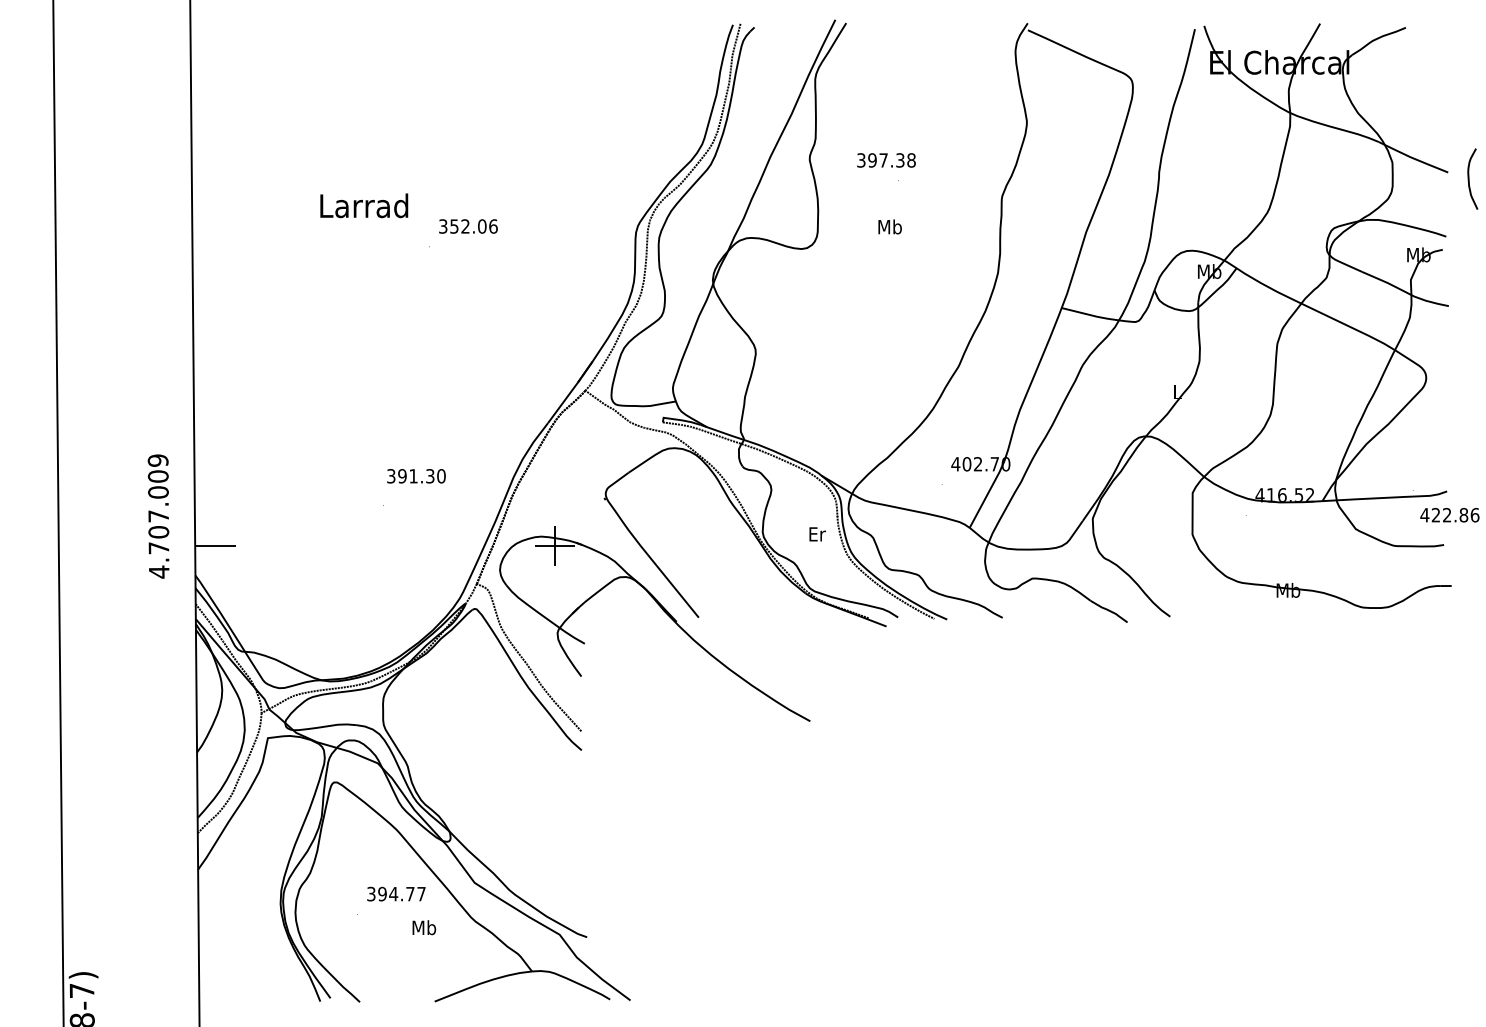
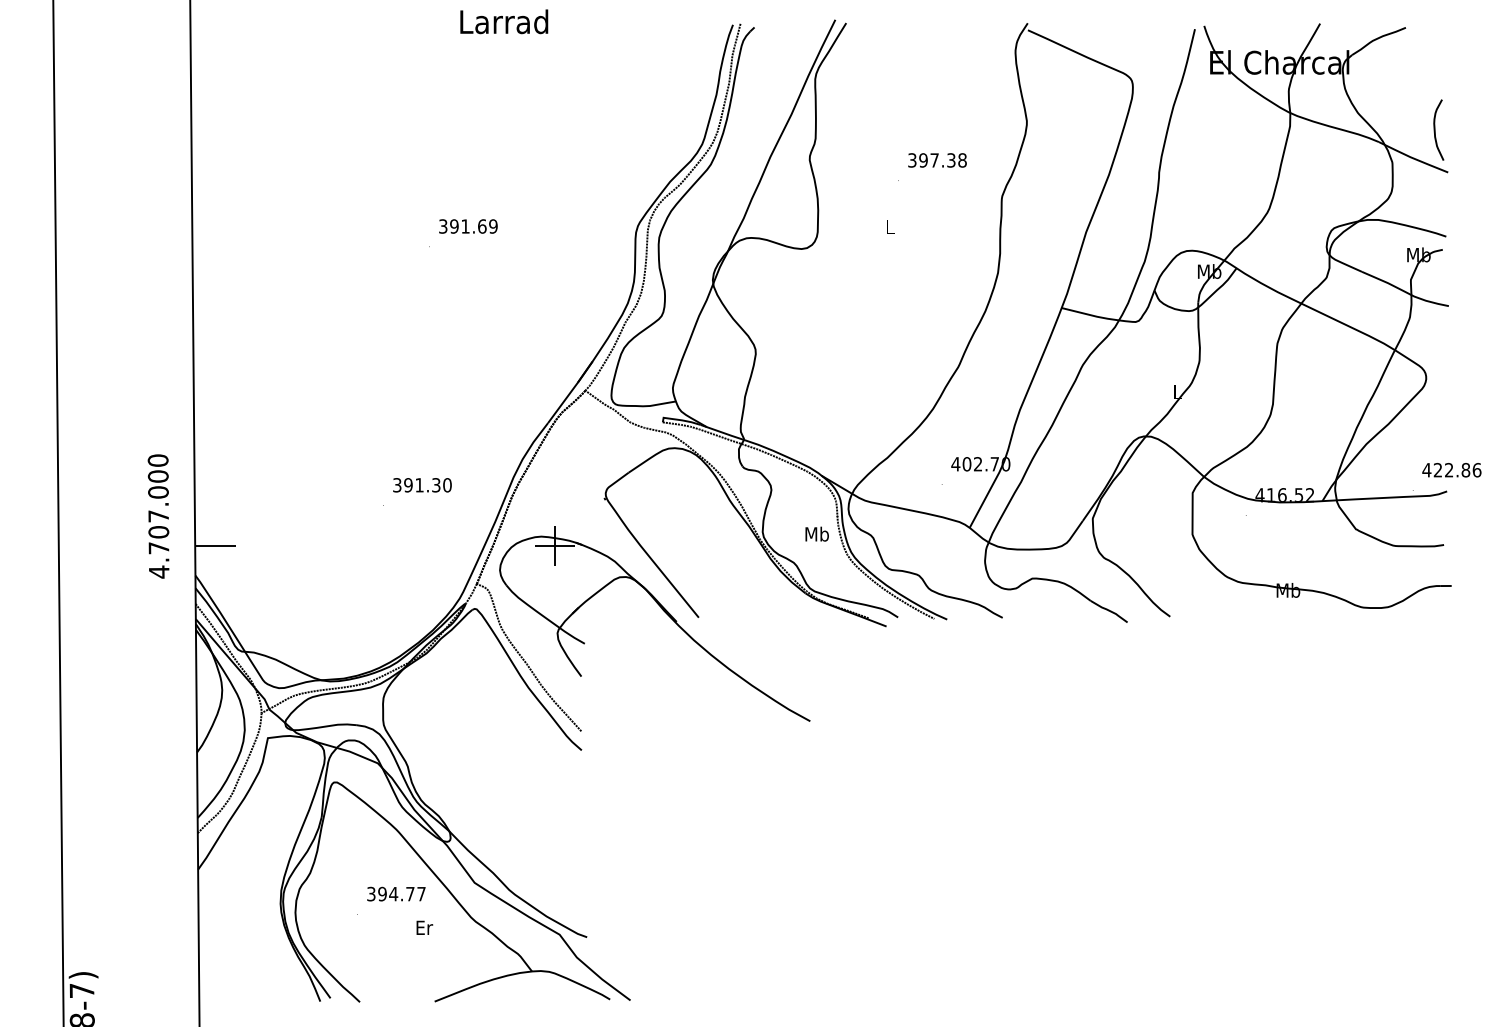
text at (886, 160) position: (886, 160) -> (937, 160)
curve at (1469, 178) position: (1469, 178) -> (1435, 129)
text at (364, 205) position: (364, 205) -> (504, 21)
text at (473, 226): 352.06 -> 391.69
text at (889, 226): Mb -> L
text at (158, 460): 4.707.009 -> 4.707.000
text at (416, 476) position: (416, 476) -> (422, 485)
text at (1449, 515) position: (1449, 515) -> (1451, 470)
text at (816, 533): Er -> Mb
text at (424, 927): Mb -> Er
